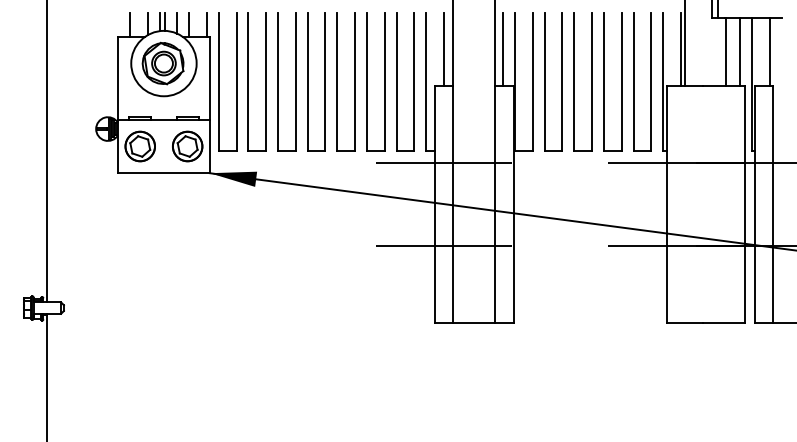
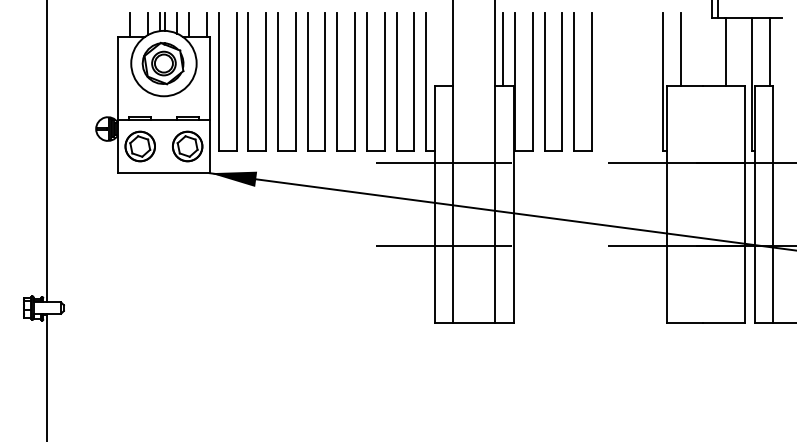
line at (684, 44): present -> none
line at (443, 49): present -> none
line at (740, 51): present -> none
part at (604, 81): present -> none
part at (634, 81): present -> none
